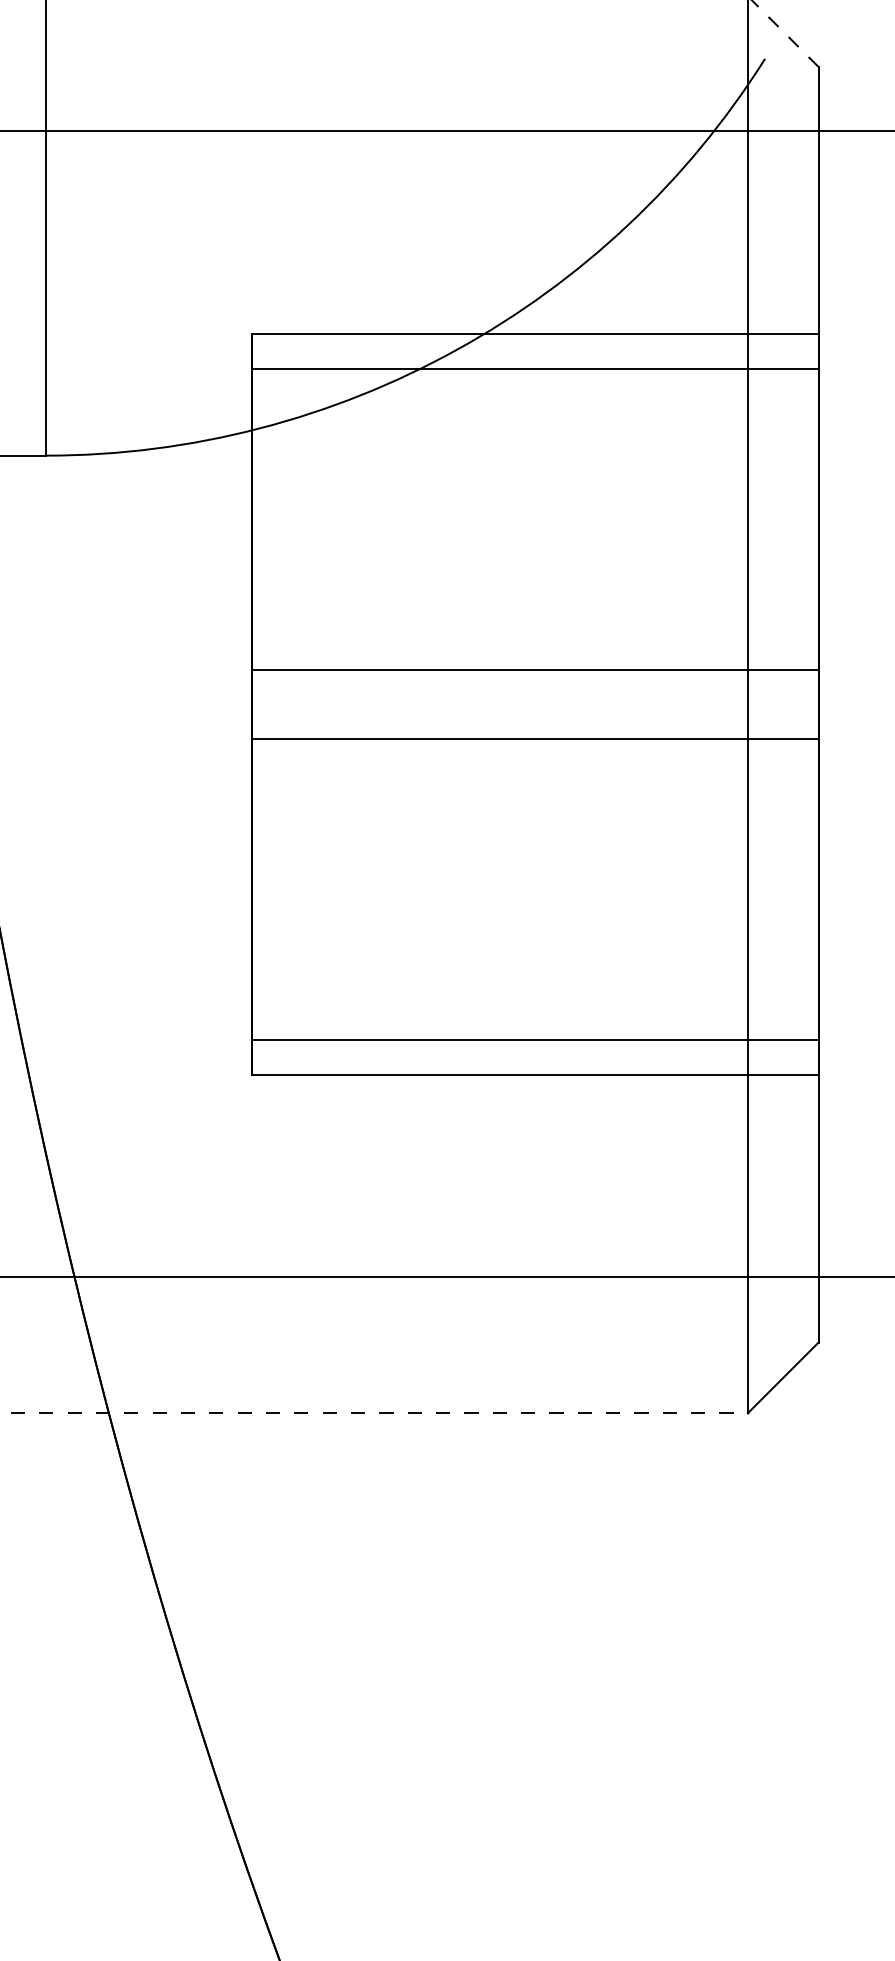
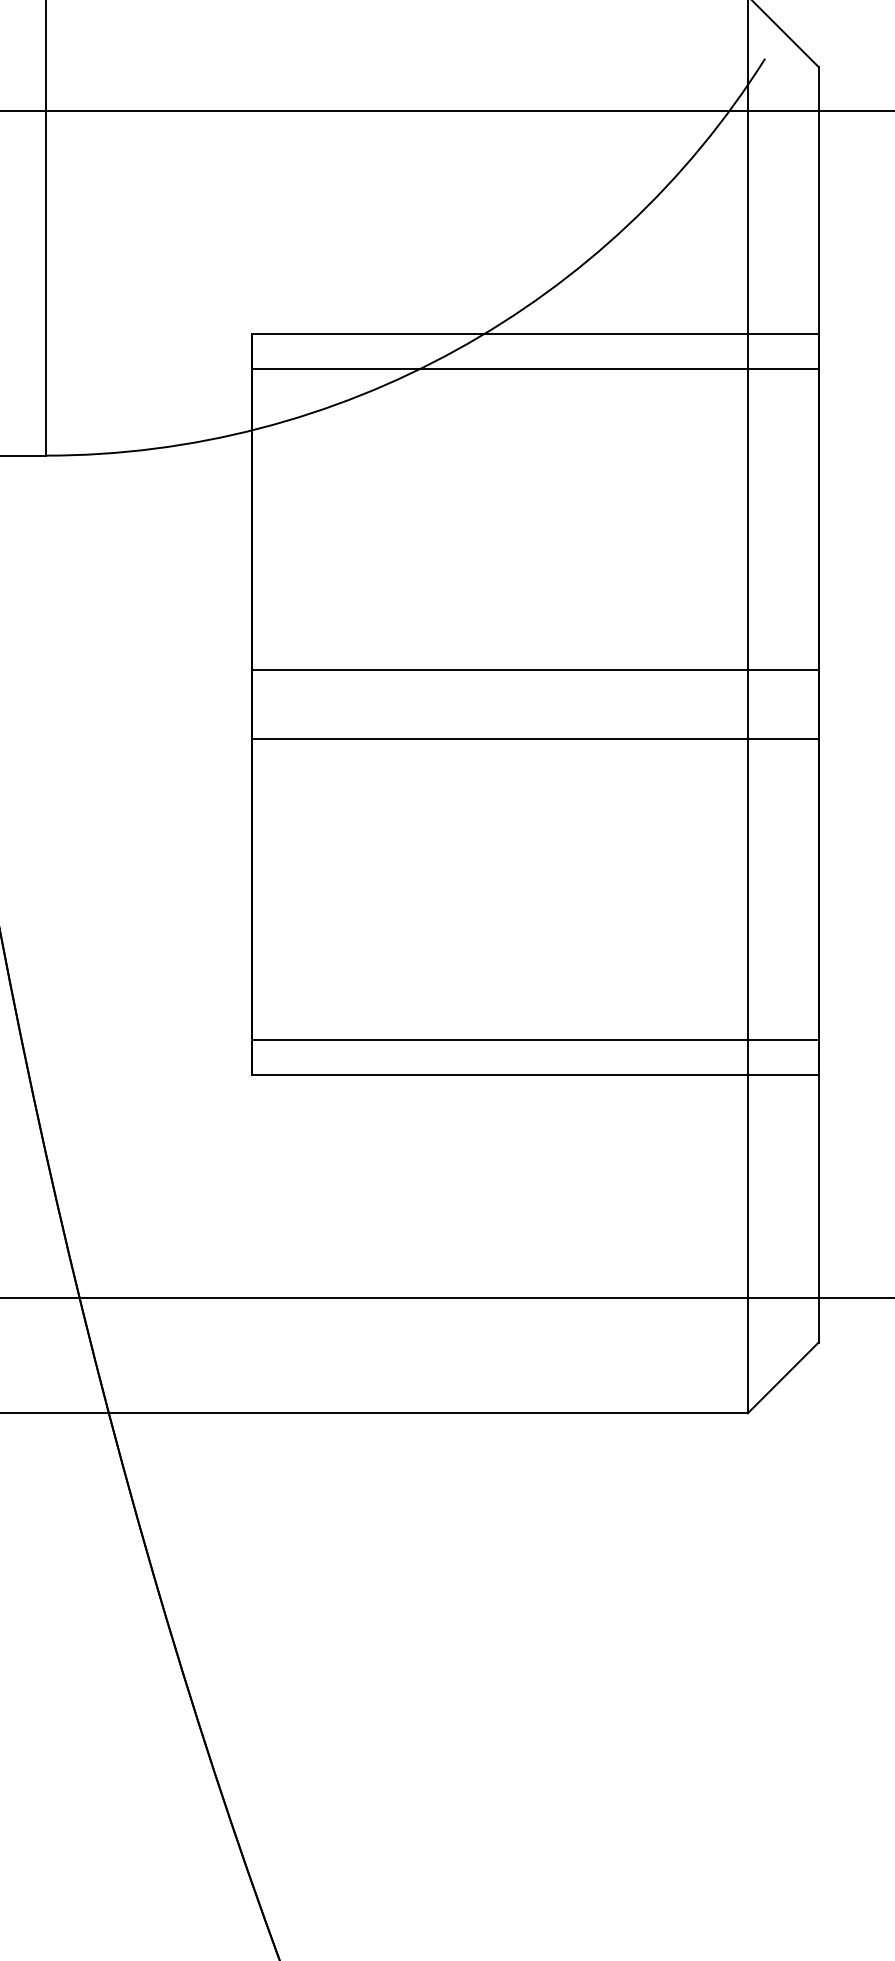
line at (784, 33): dashed -> solid
line at (446, 131) position: (446, 131) -> (446, 111)
line at (446, 1277) position: (446, 1277) -> (446, 1298)
line at (374, 1413): dashed -> solid
